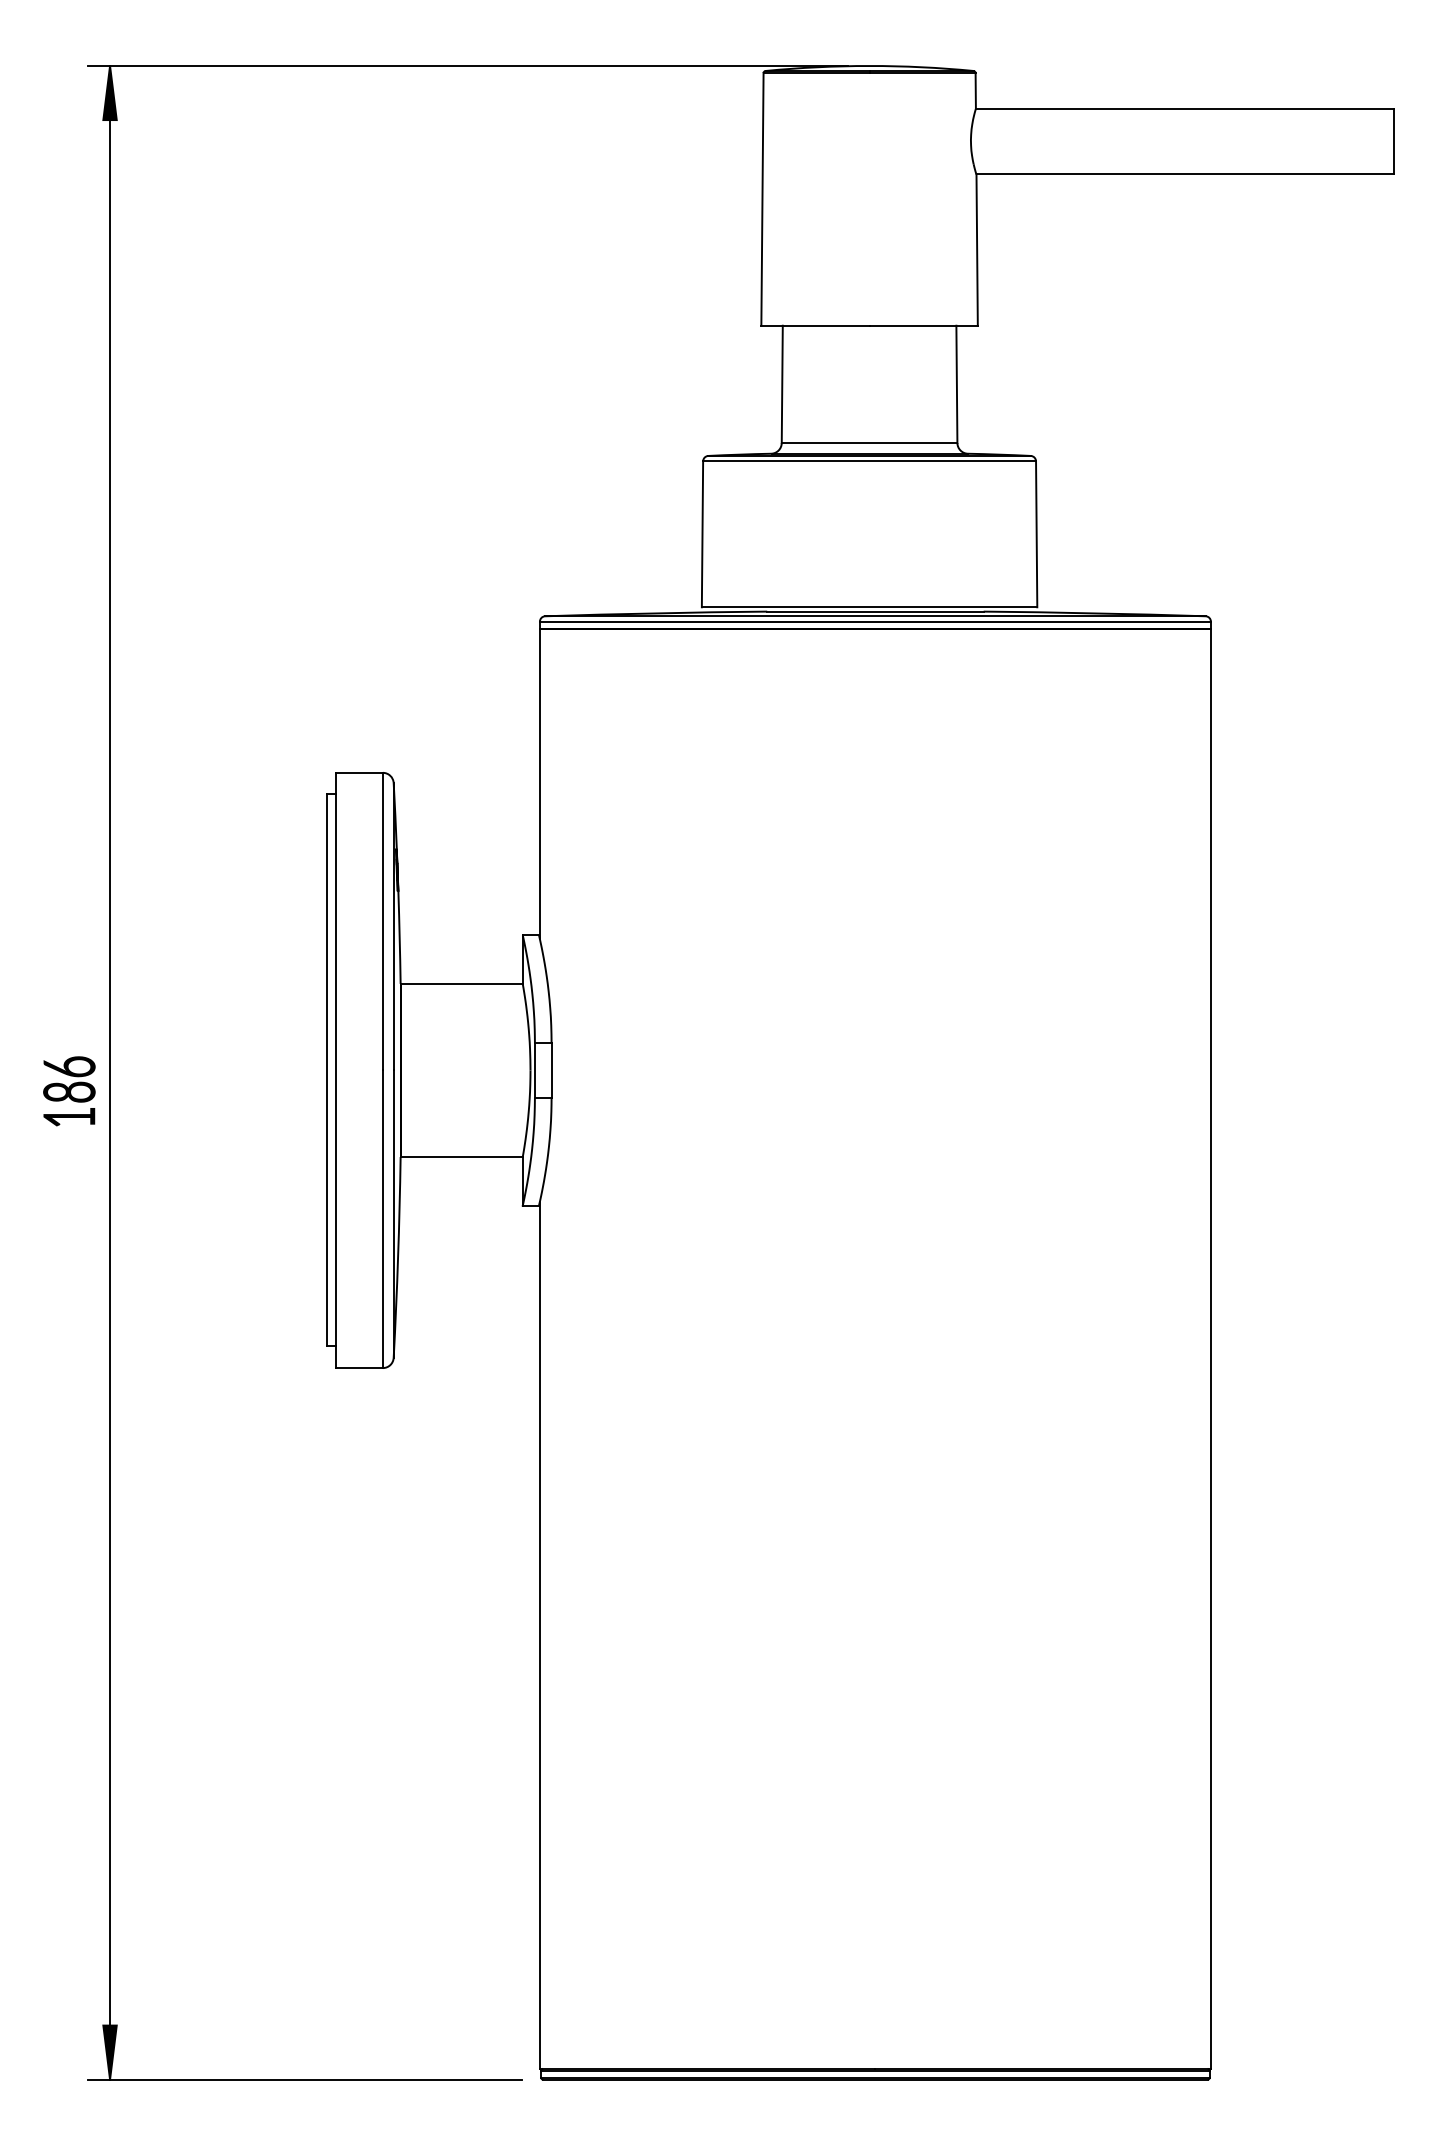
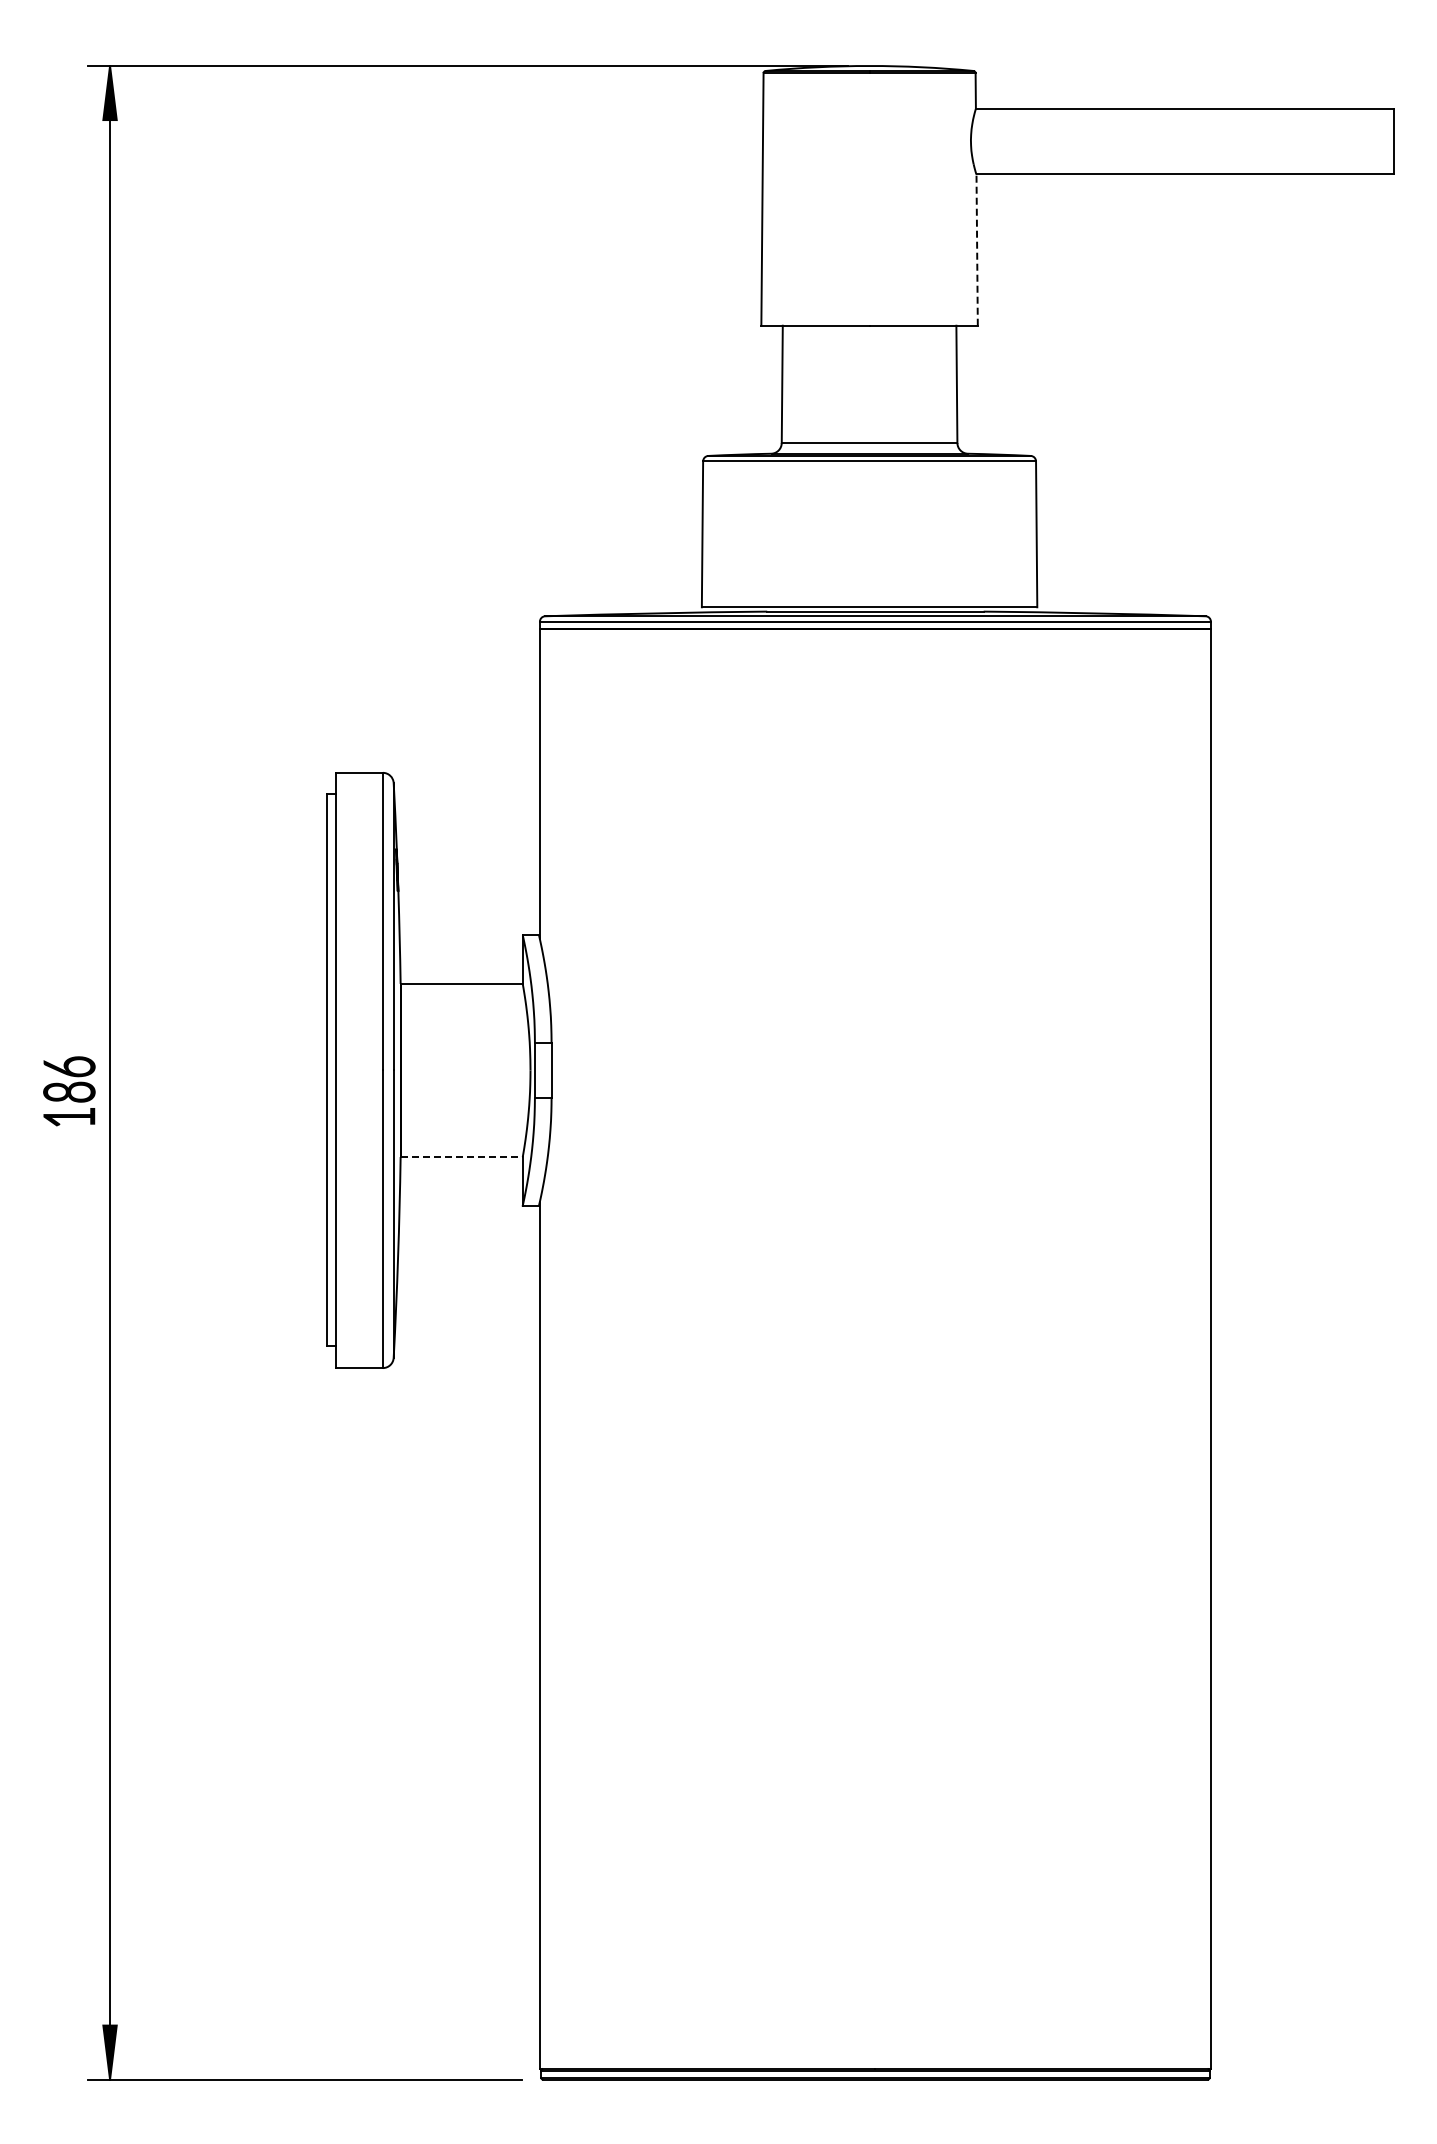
line at (977, 250): solid -> dashed
line at (462, 1157): solid -> dashed
